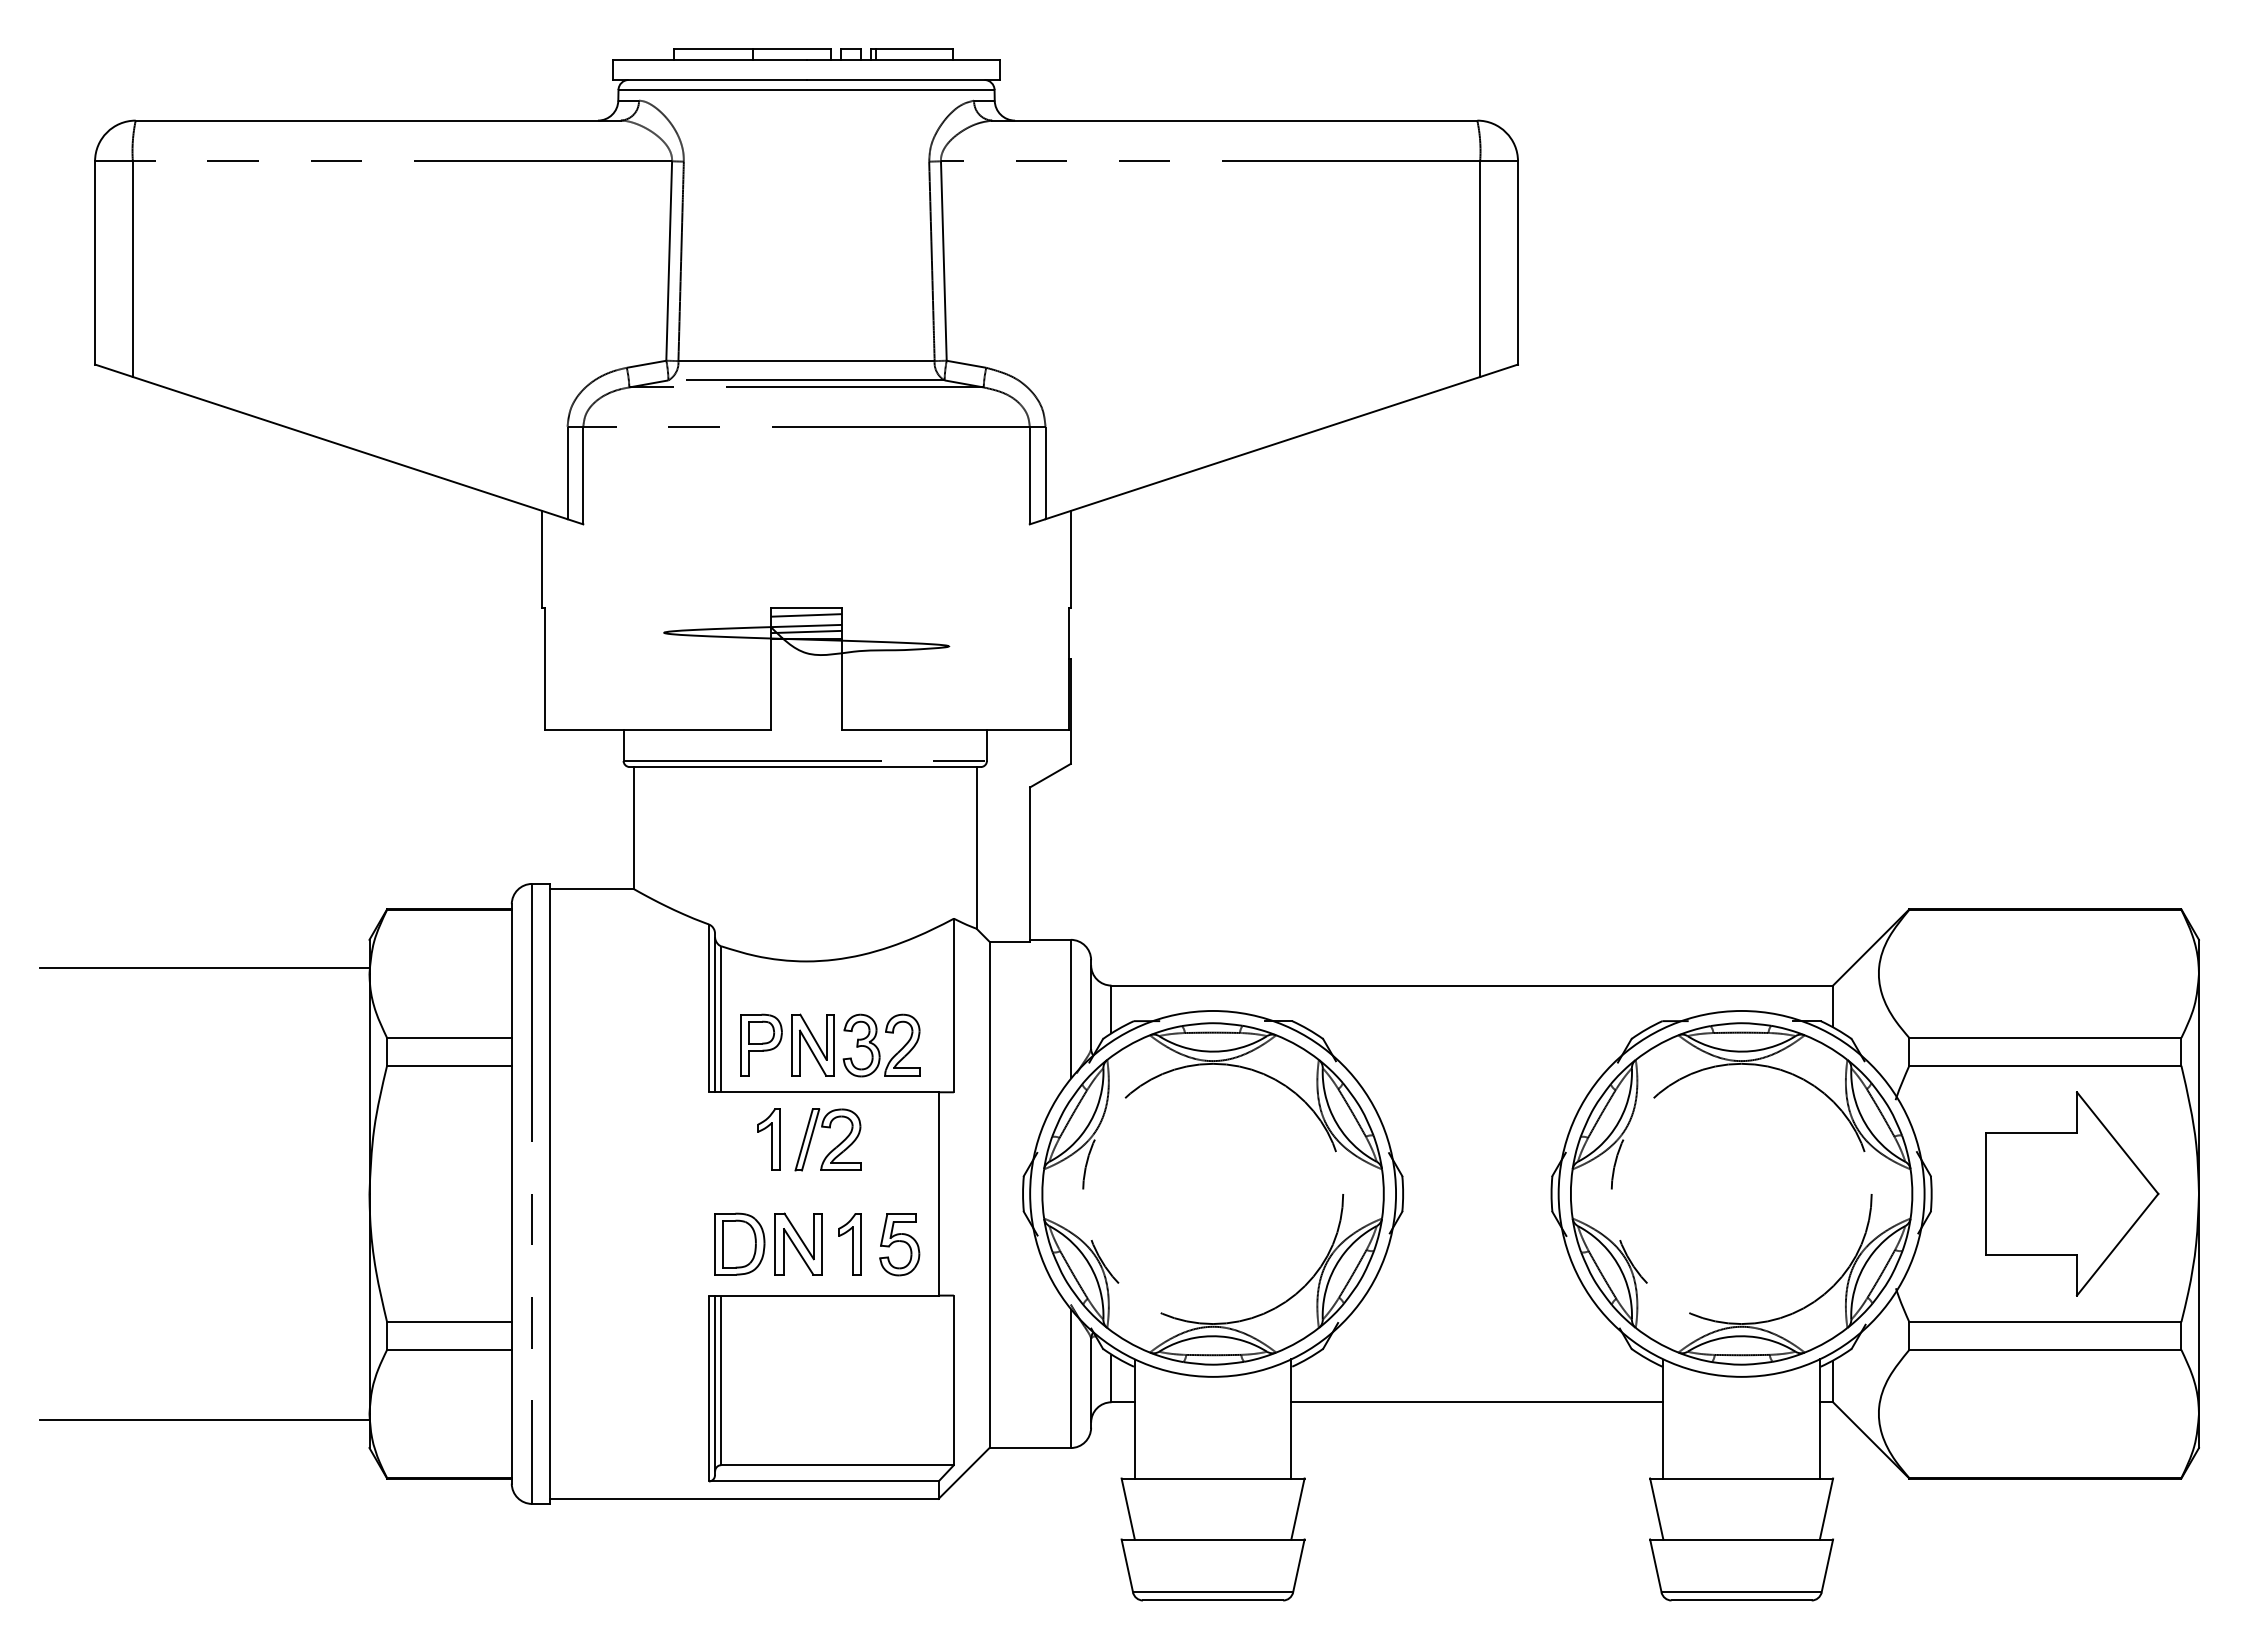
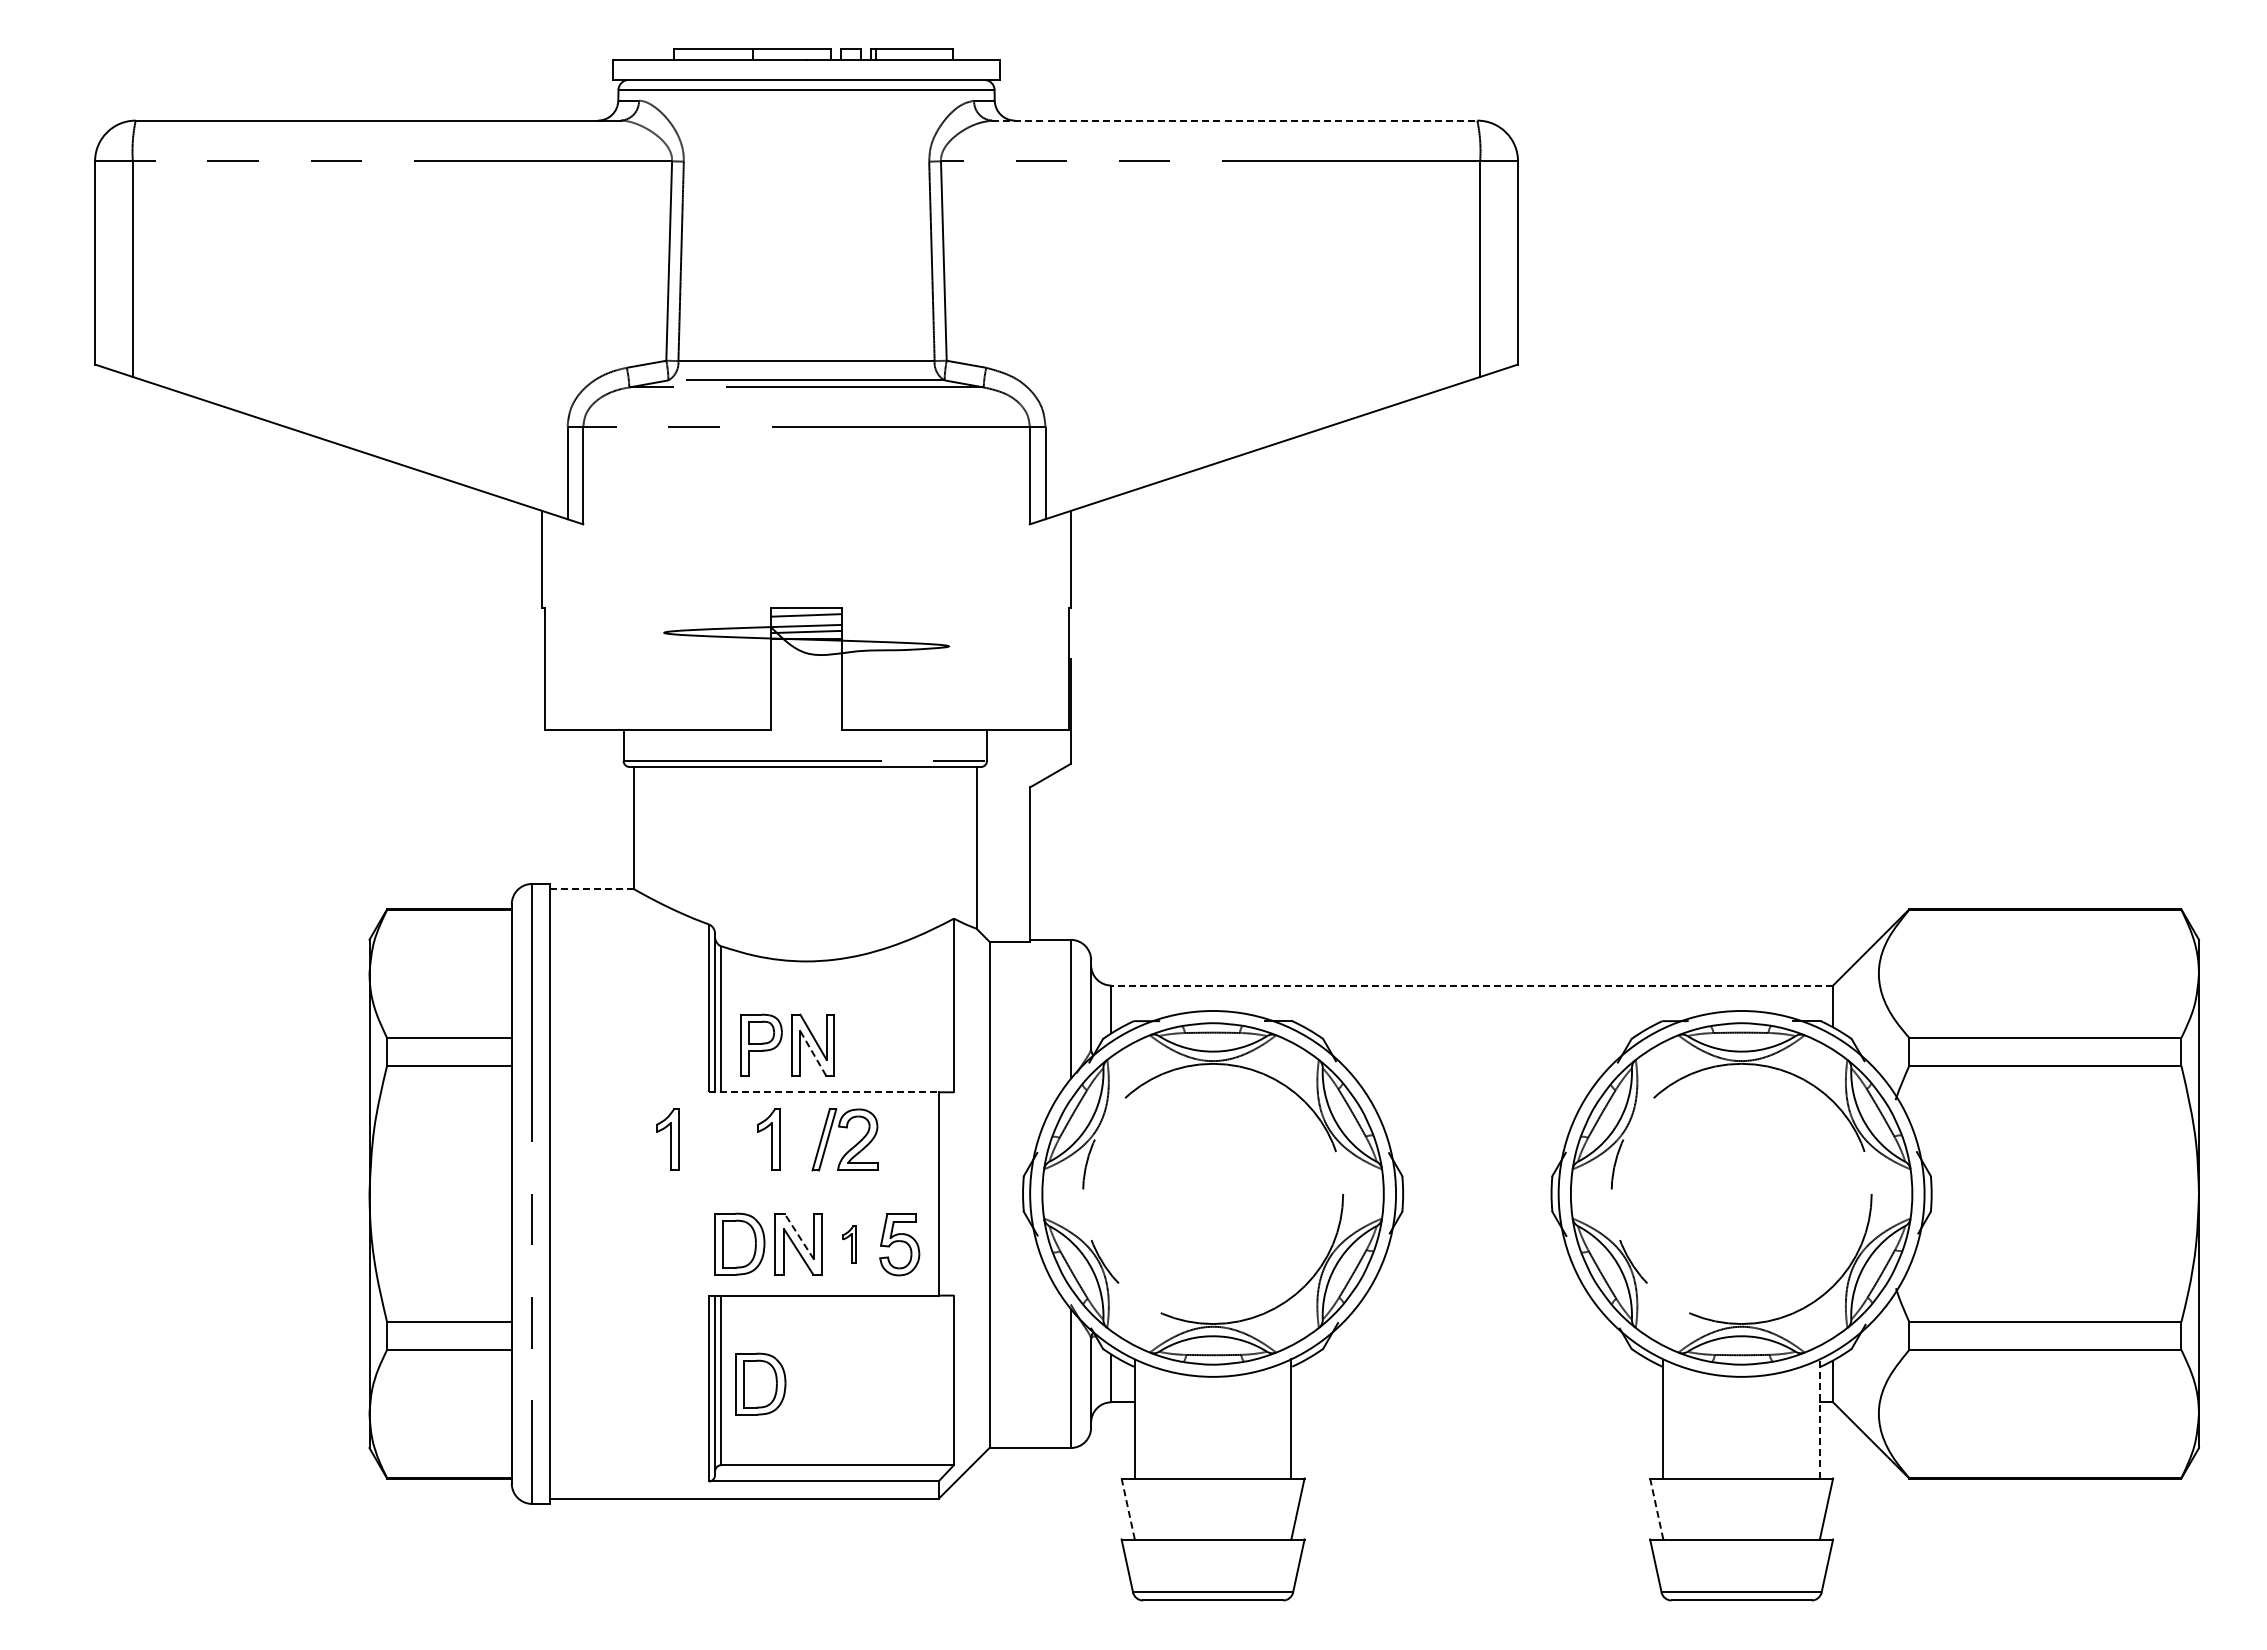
line at (1234, 120): solid -> dashed
line at (592, 889): solid -> dashed
line at (204, 968): present -> none
line at (1472, 985): solid -> dashed
part at (881, 1045): present -> none
line at (812, 1052): solid -> dashed
line at (823, 1092): solid -> dashed
part at (667, 1139): none -> present
part at (834, 1147) position: (834, 1147) -> (851, 1147)
part at (2072, 1193): present -> none
line at (798, 1236): solid -> dashed
part at (849, 1244) size: 24x63 px -> 15x39 px
part at (760, 1383): none -> present
line at (1477, 1402): present -> none
line at (1819, 1418): solid -> dashed
line at (204, 1419): present -> none
line at (1128, 1509): solid -> dashed
line at (1656, 1509): solid -> dashed
